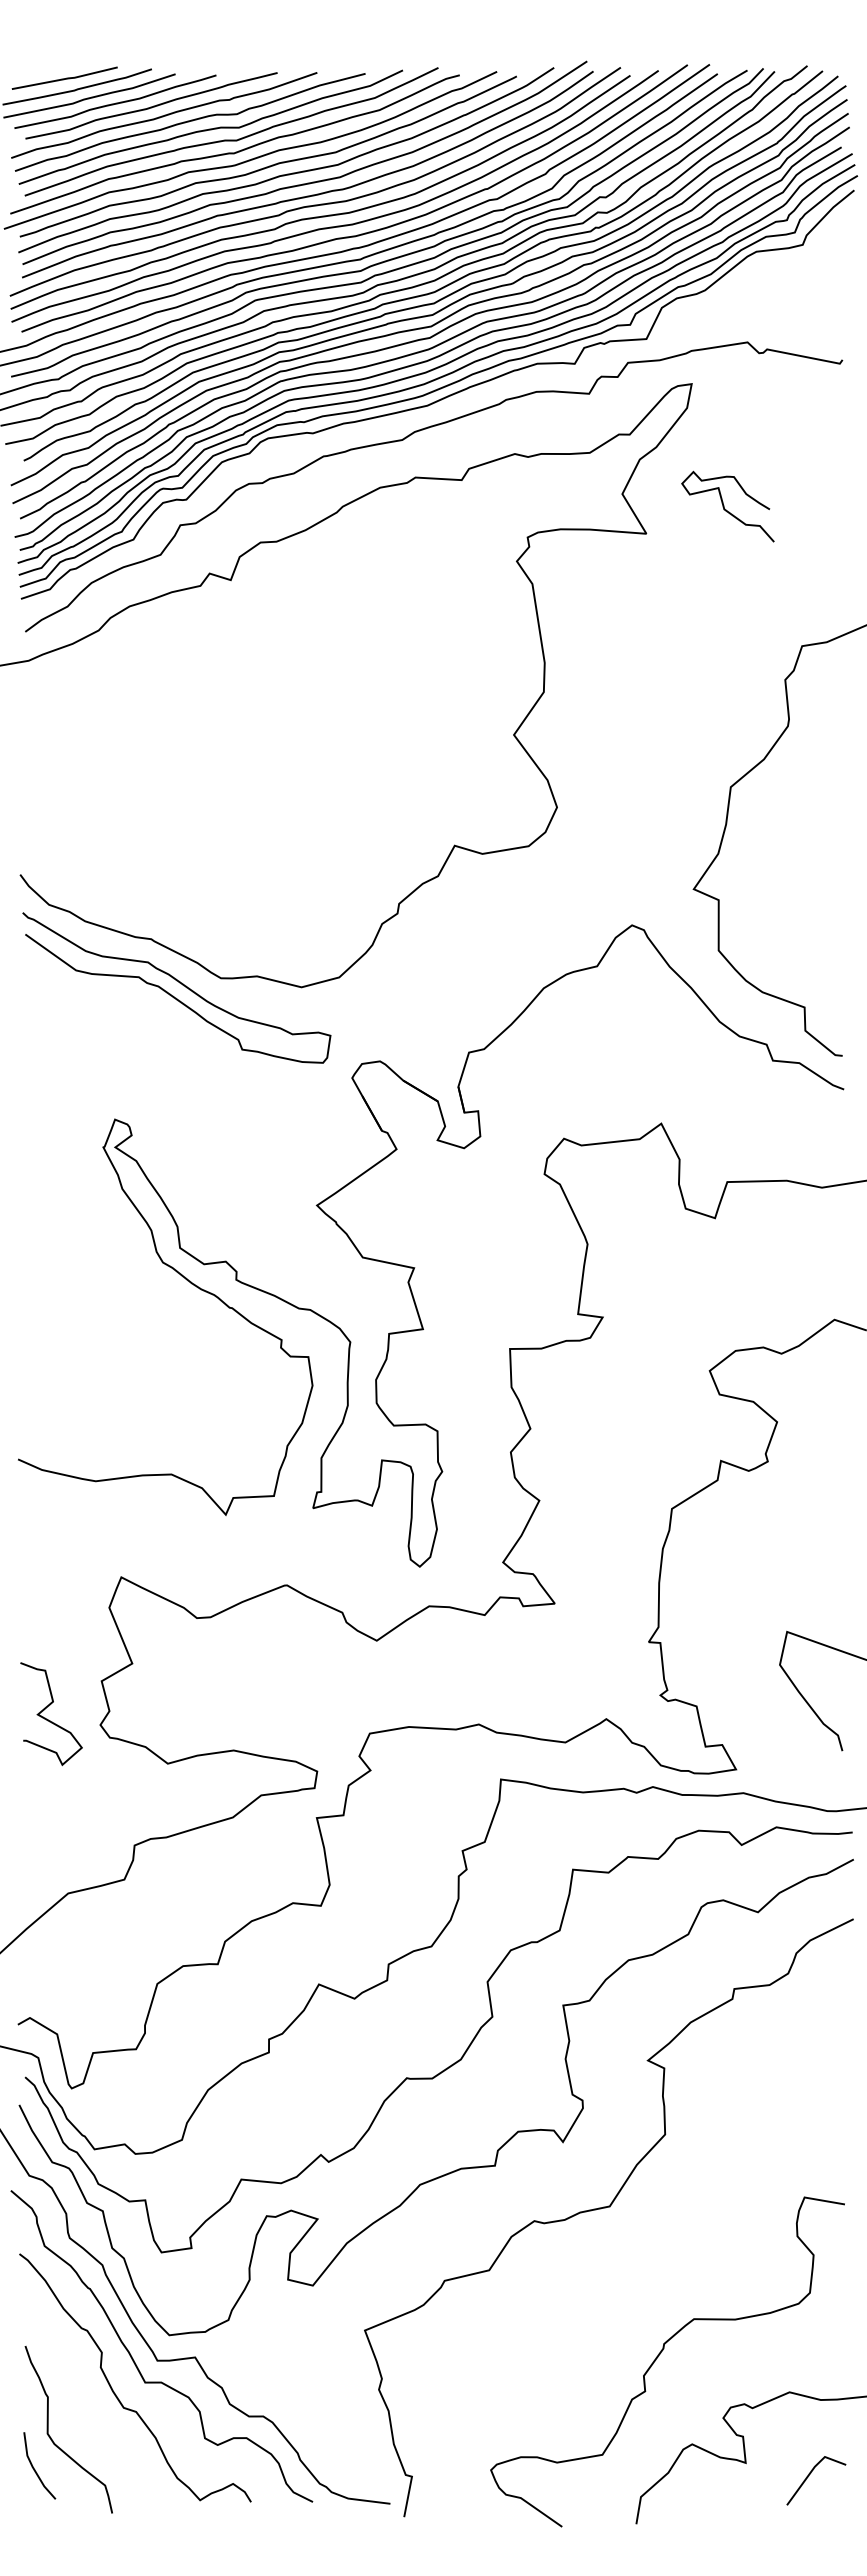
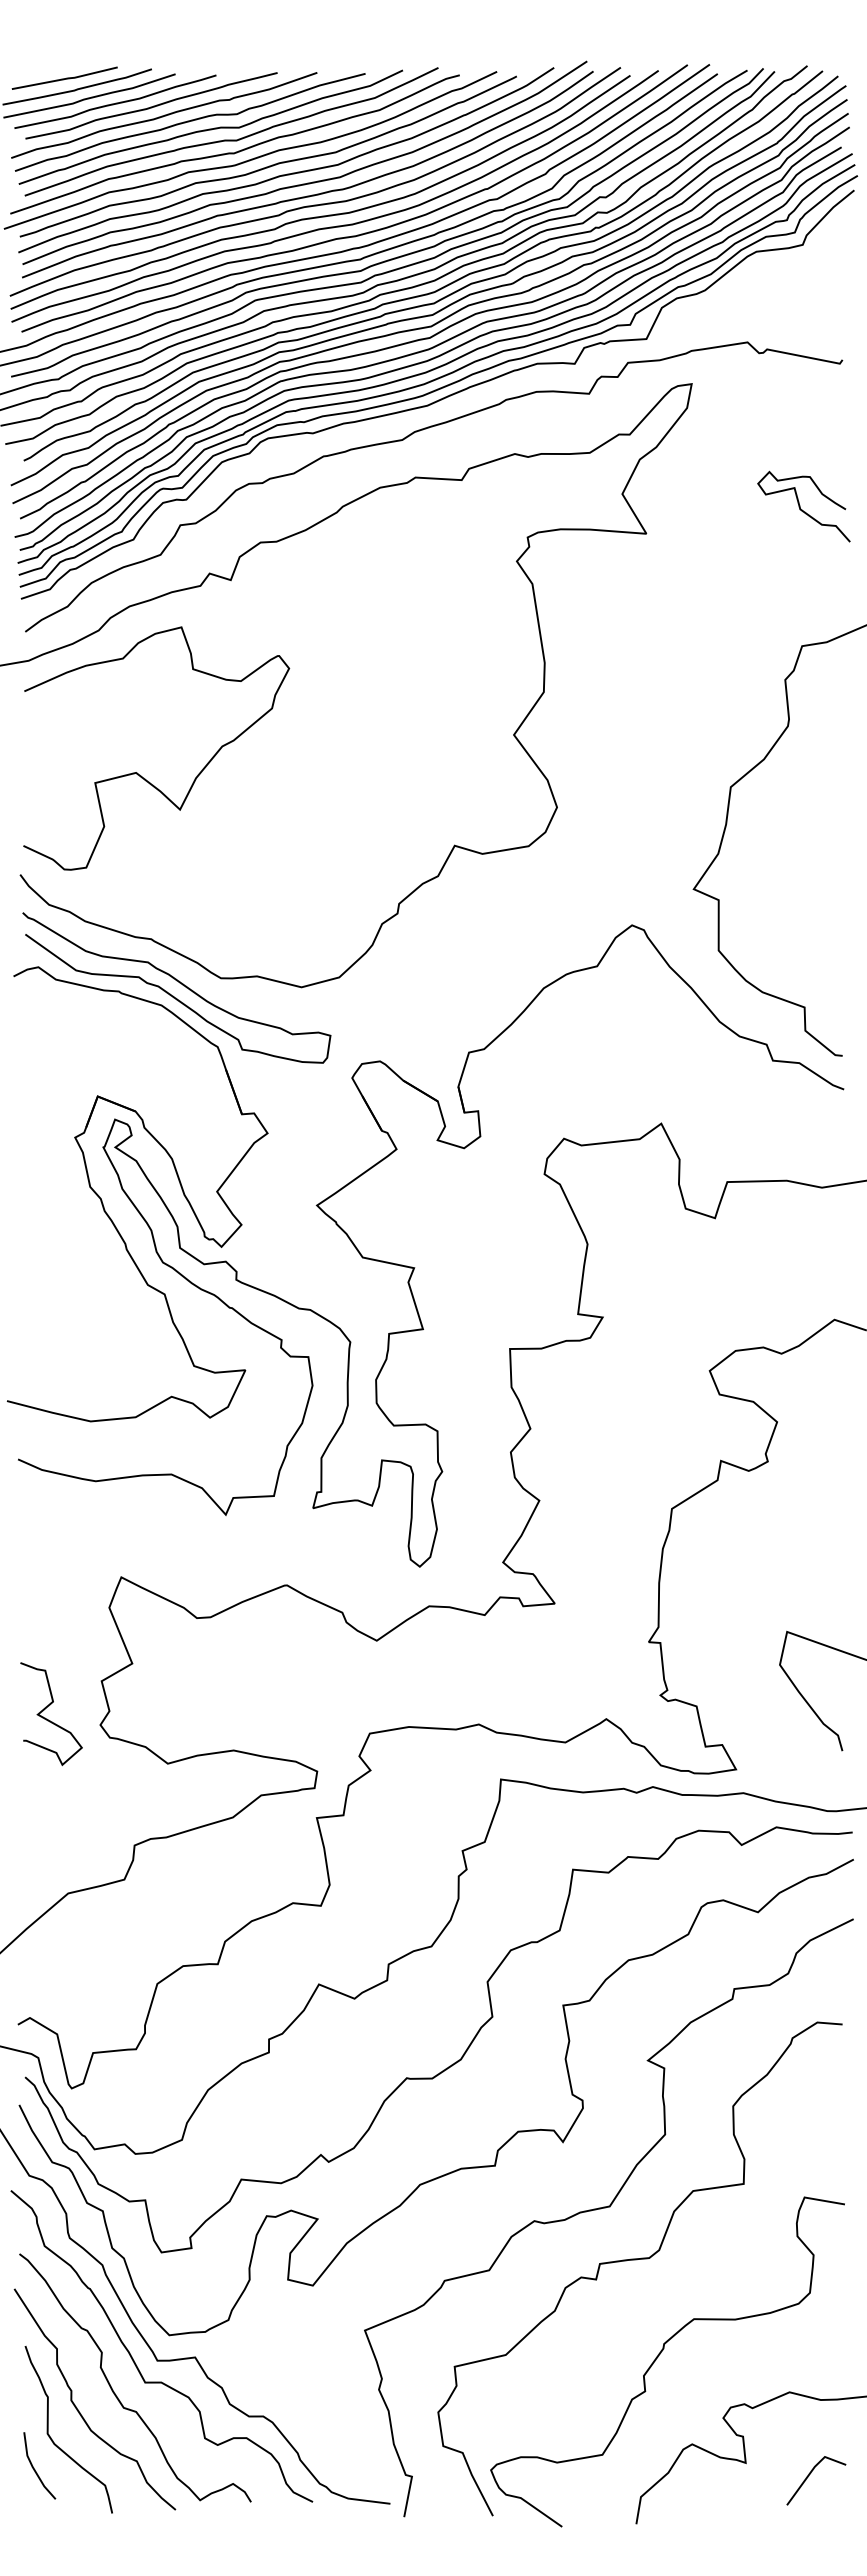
curve at (725, 508) position: (725, 508) -> (801, 508)
curve at (137, 772): none -> present
part at (104, 1206): none -> present
curve at (637, 2260): none -> present
curve at (79, 2410): none -> present
